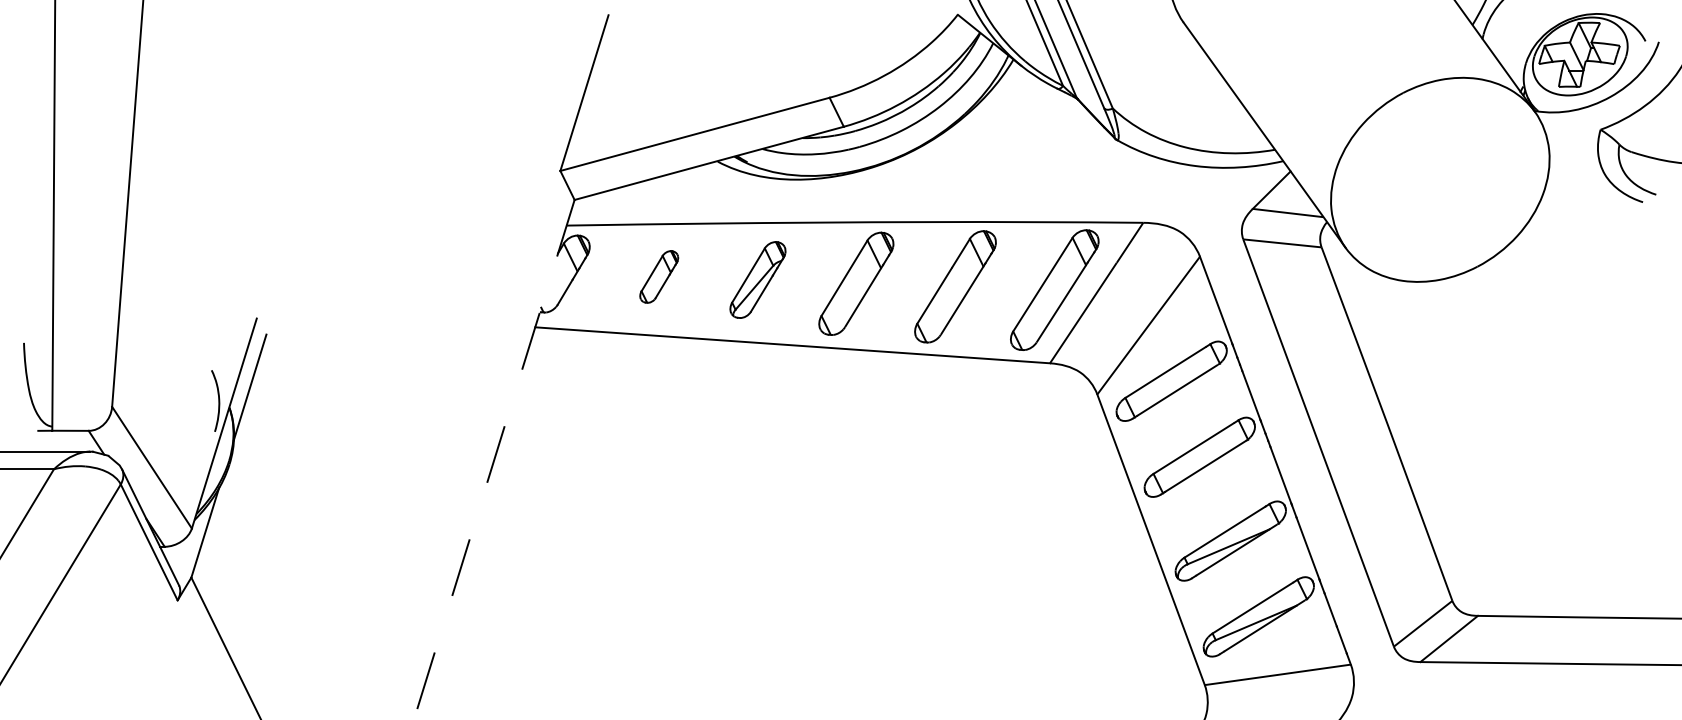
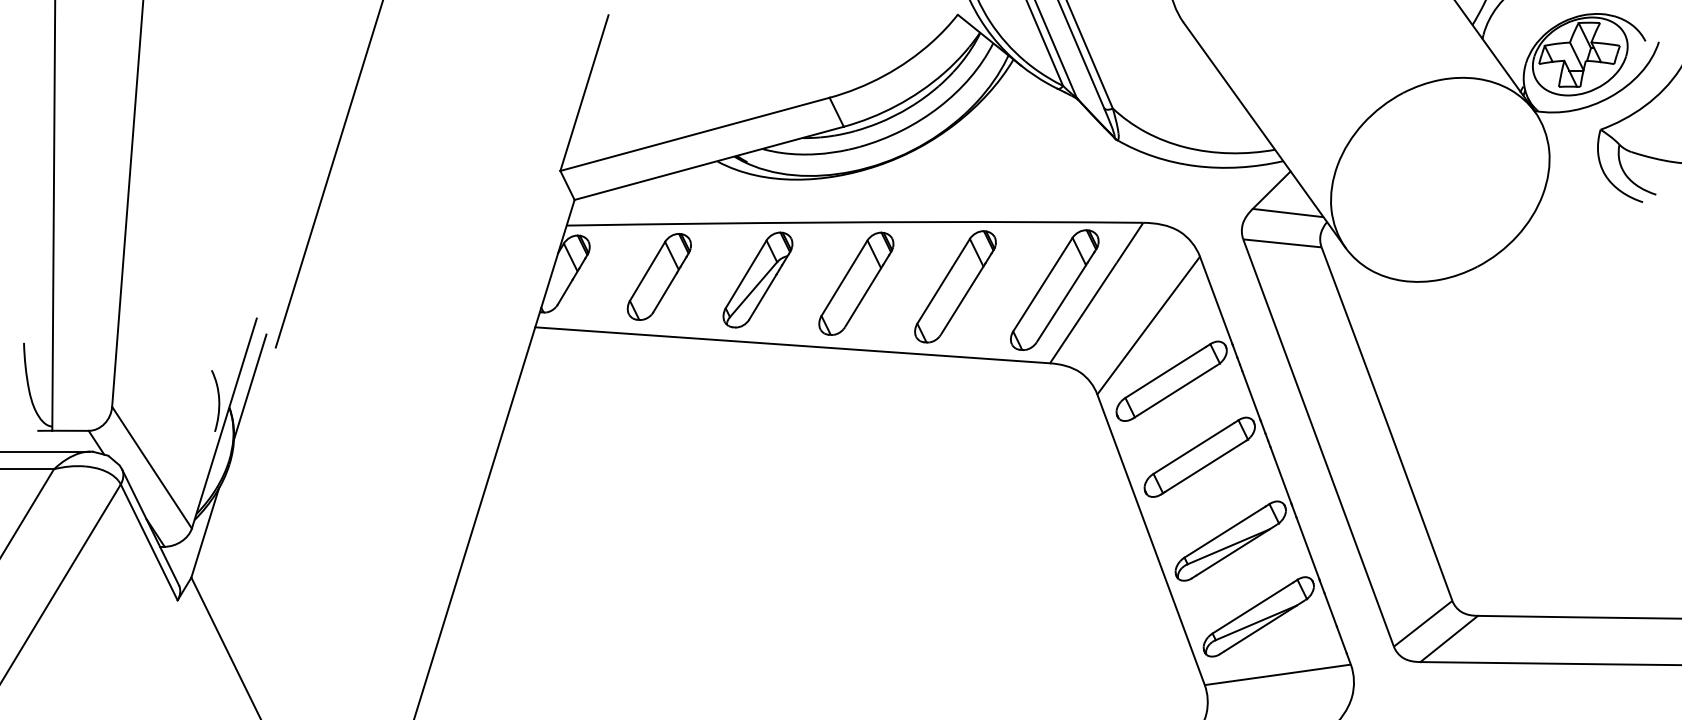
line at (328, 174): none -> present
part at (659, 276) size: 41x54 px -> 66x88 px
part at (757, 279) size: 58x78 px -> 72x98 px
line at (494, 459): dashed -> solid
